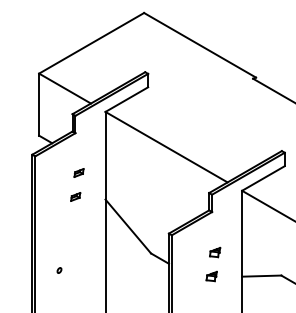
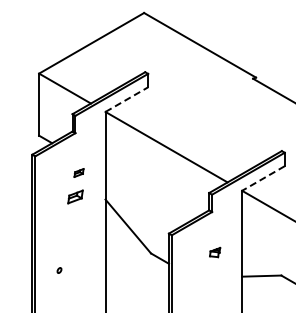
line at (126, 99): solid -> dashed
line at (263, 178): solid -> dashed
part at (75, 196) size: 12x10 px -> 17x16 px
part at (211, 276): present -> none
